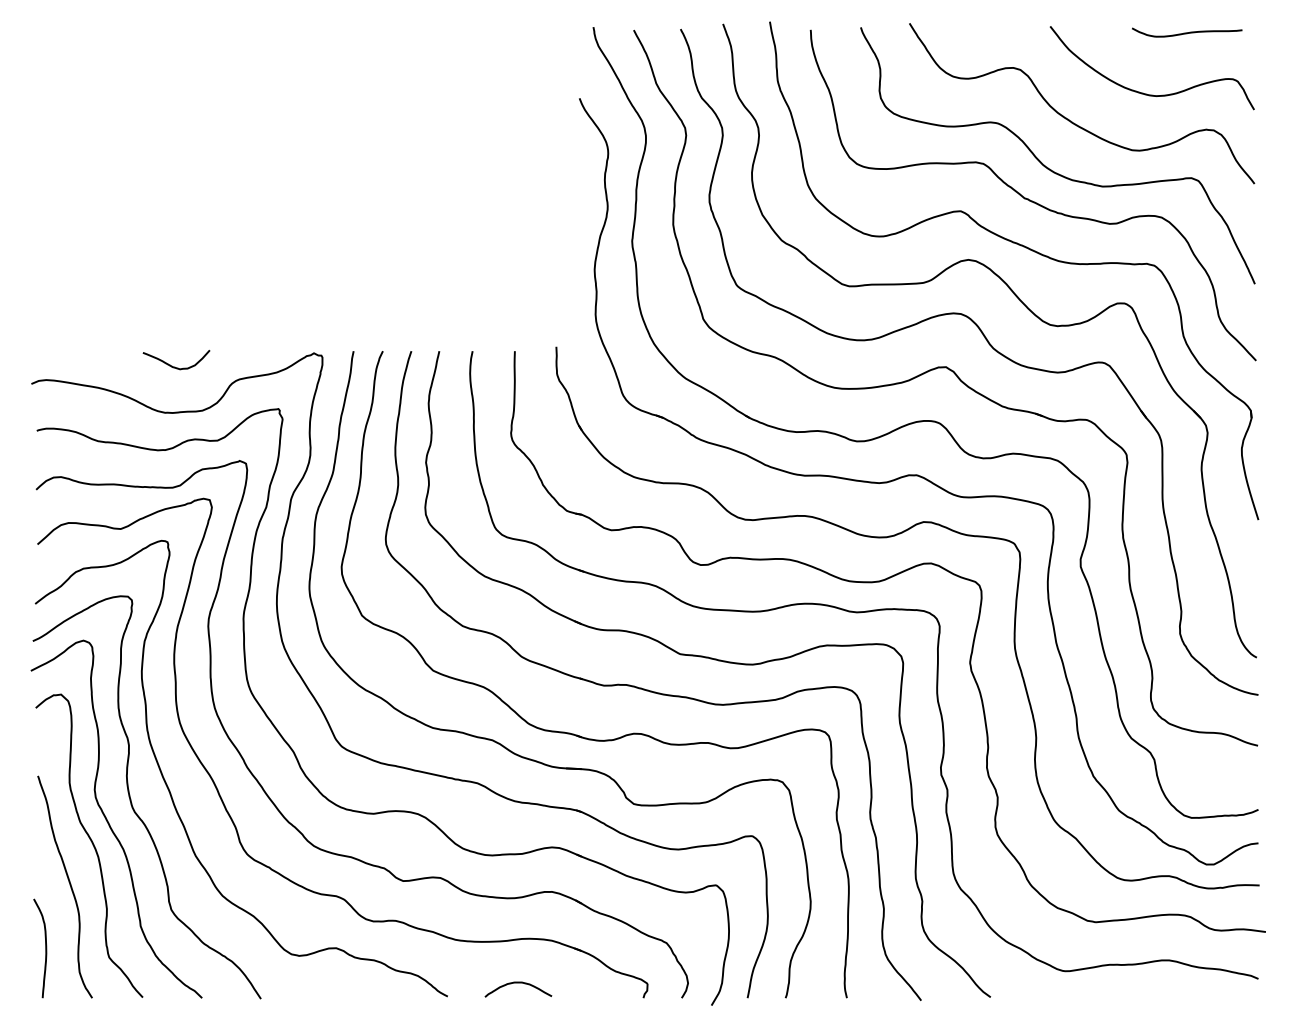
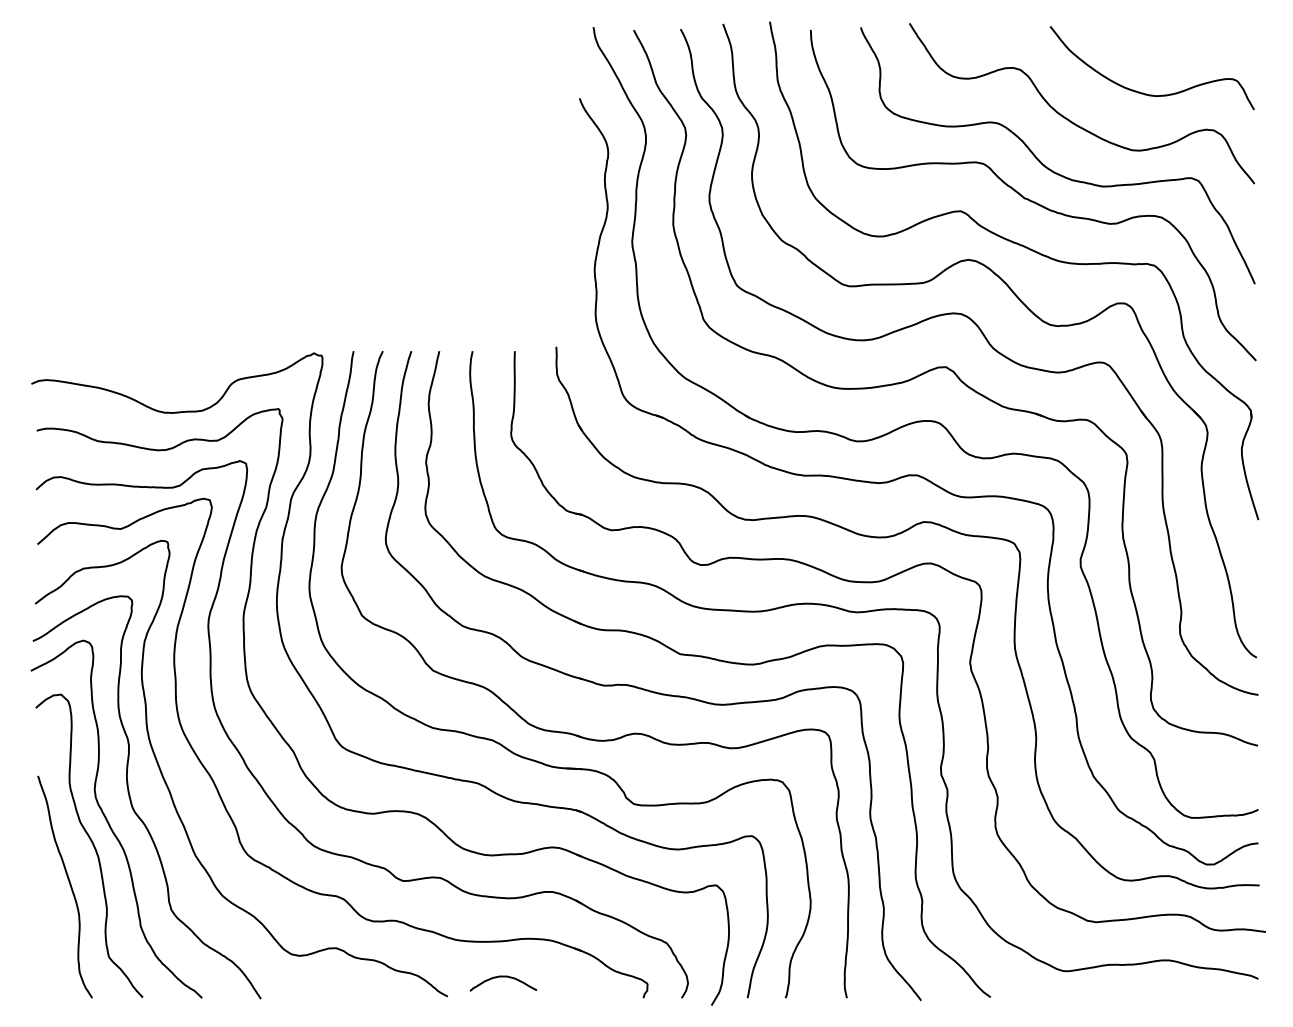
curve at (1187, 32): present -> none
curve at (175, 366): present -> none
curve at (45, 948): present -> none
curve at (518, 983) position: (518, 983) -> (503, 977)
